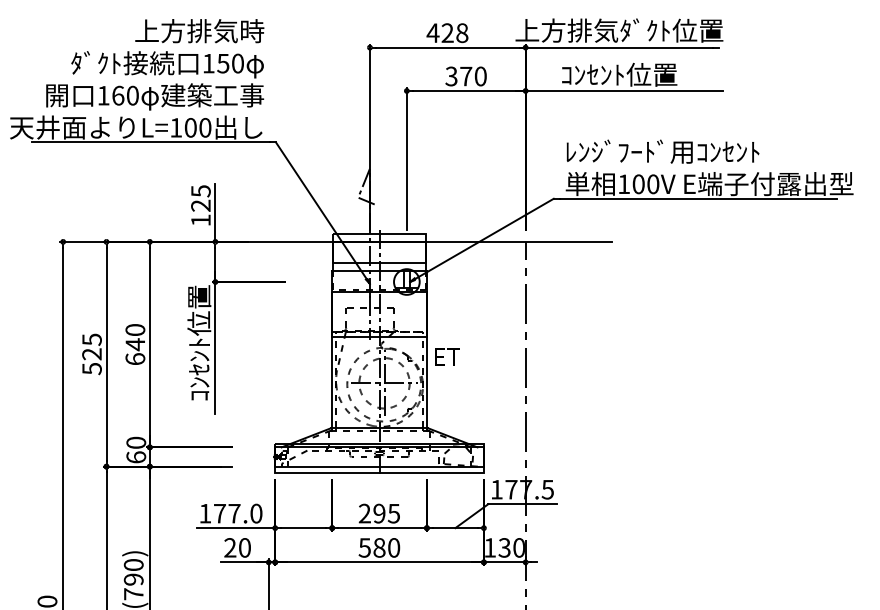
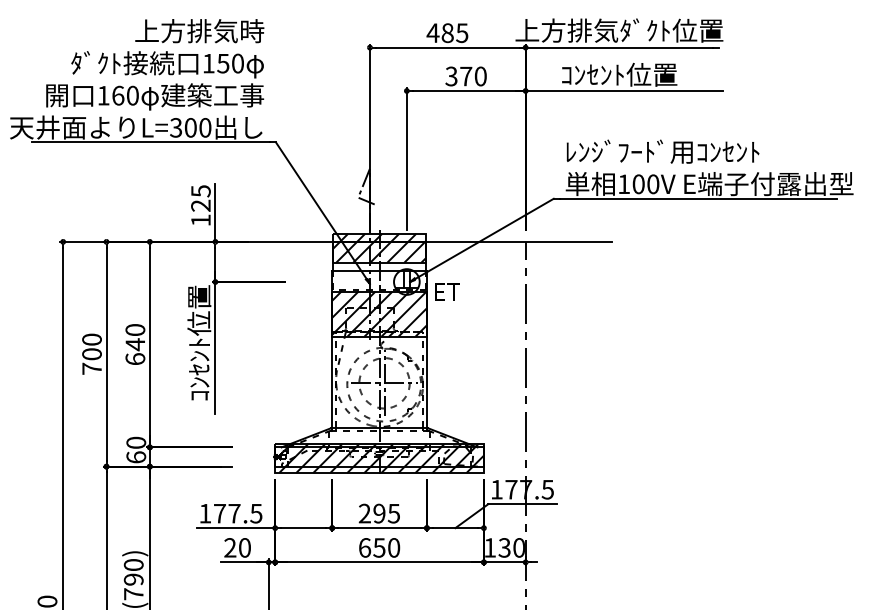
text at (454, 33): 428 -> 485
text at (175, 127): L=100 -> L=300
hatch at (379, 247): none -> present
hatch at (379, 313): none -> present
text at (91, 354): 525 -> 700
text at (447, 356) position: (447, 356) -> (447, 291)
hatch at (379, 458): none -> present
text at (256, 513): 177.0 -> 177.5
text at (371, 547): 580 -> 650
